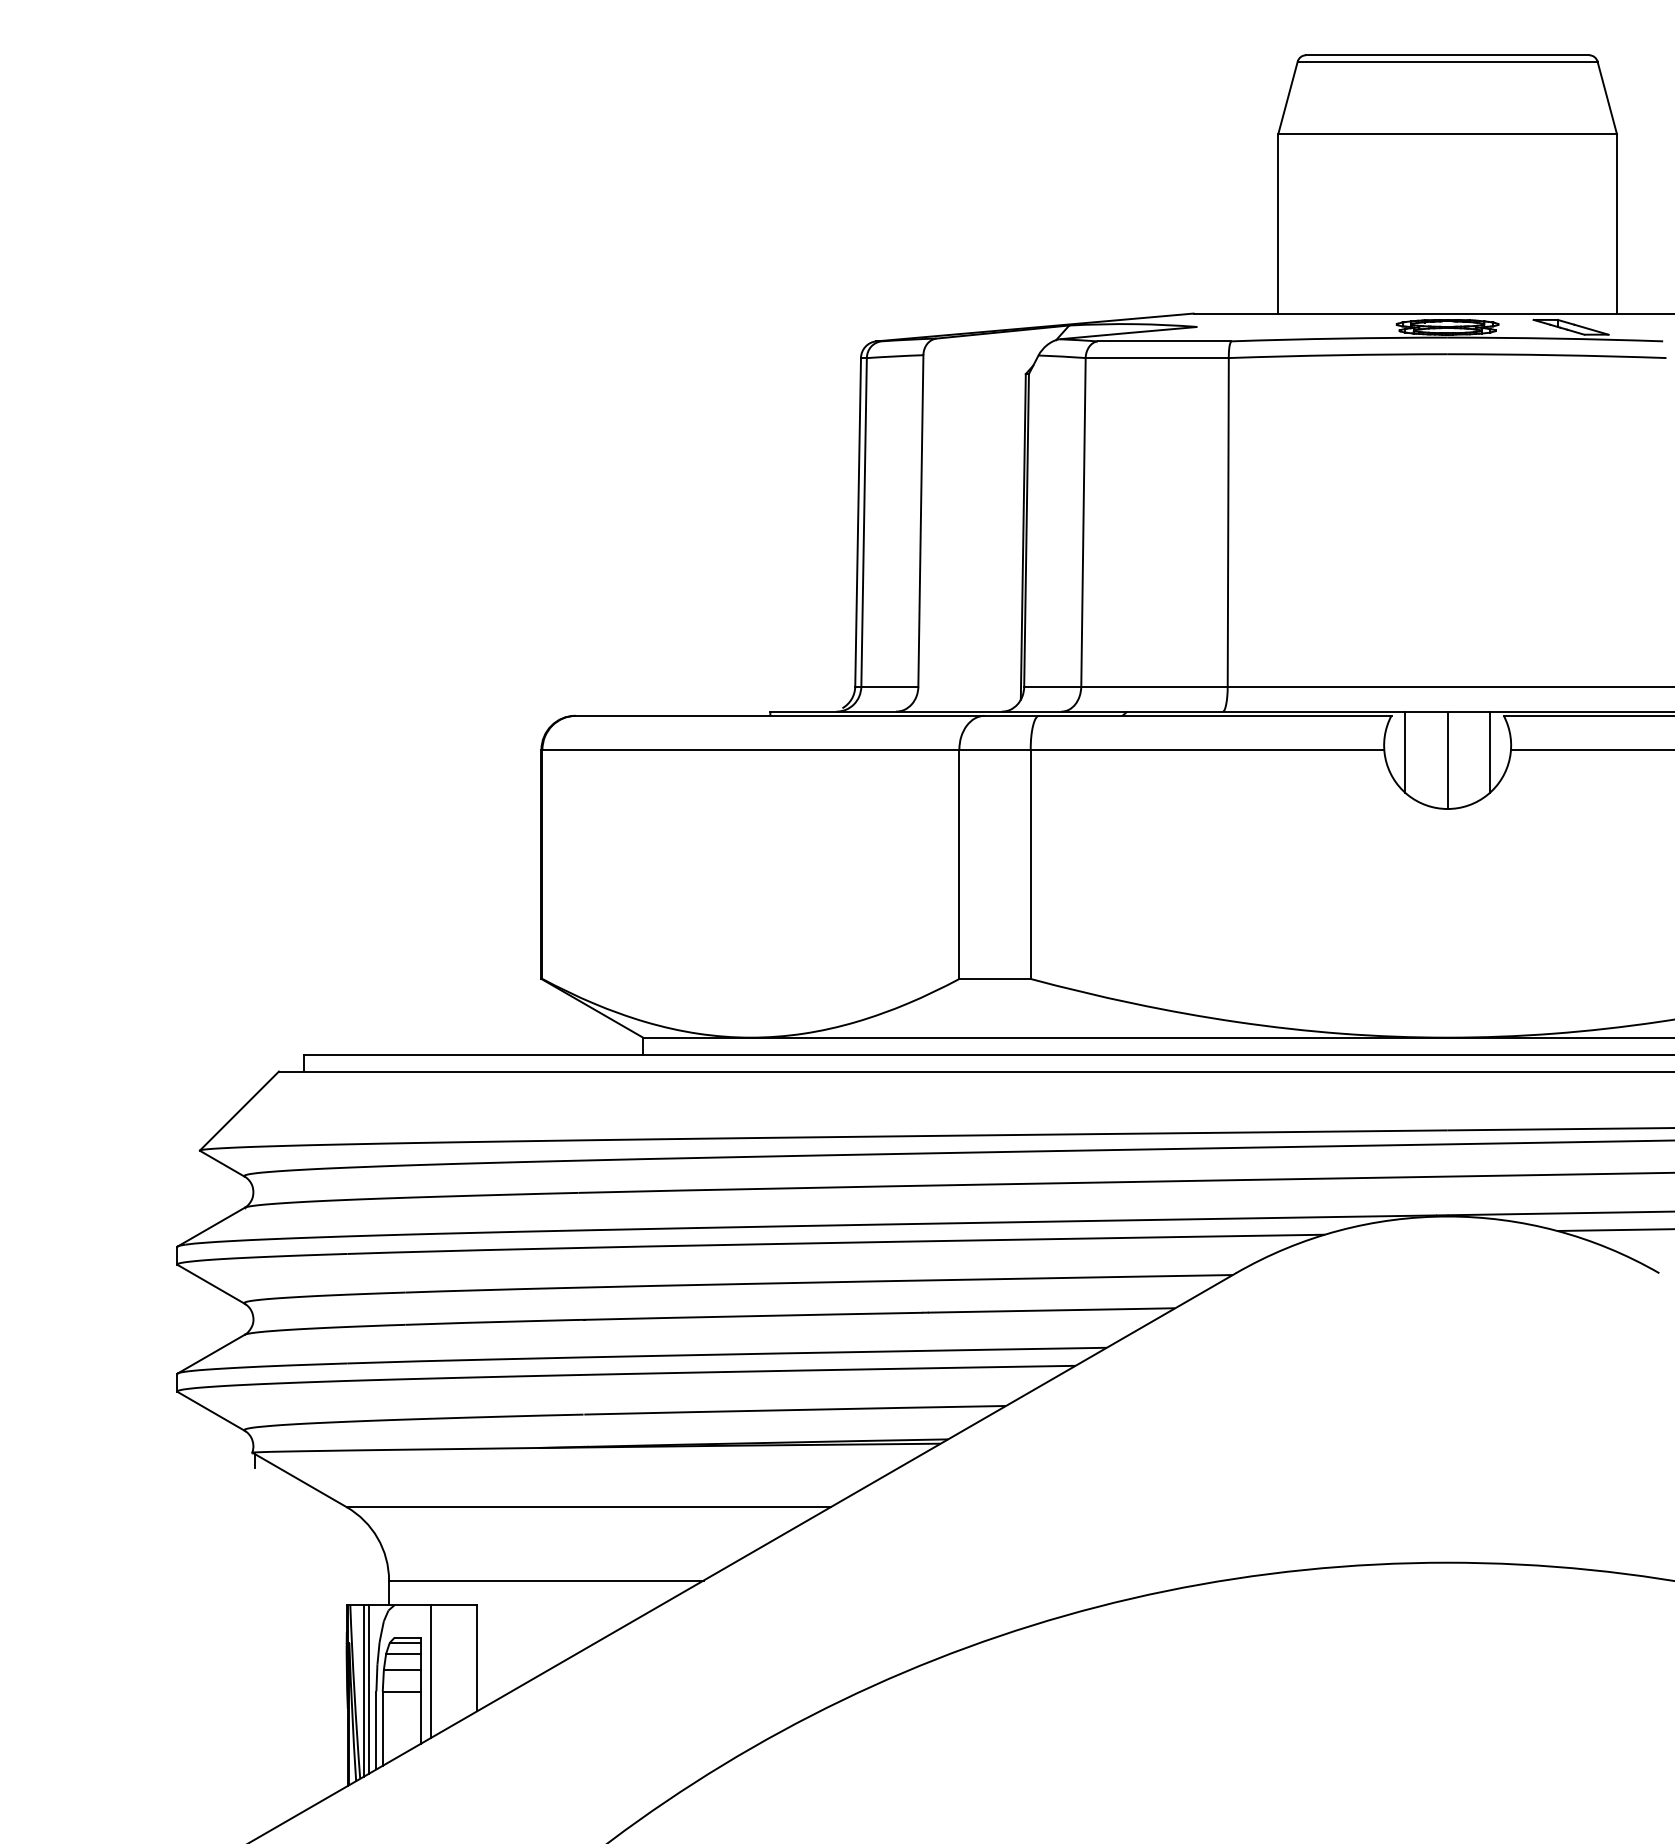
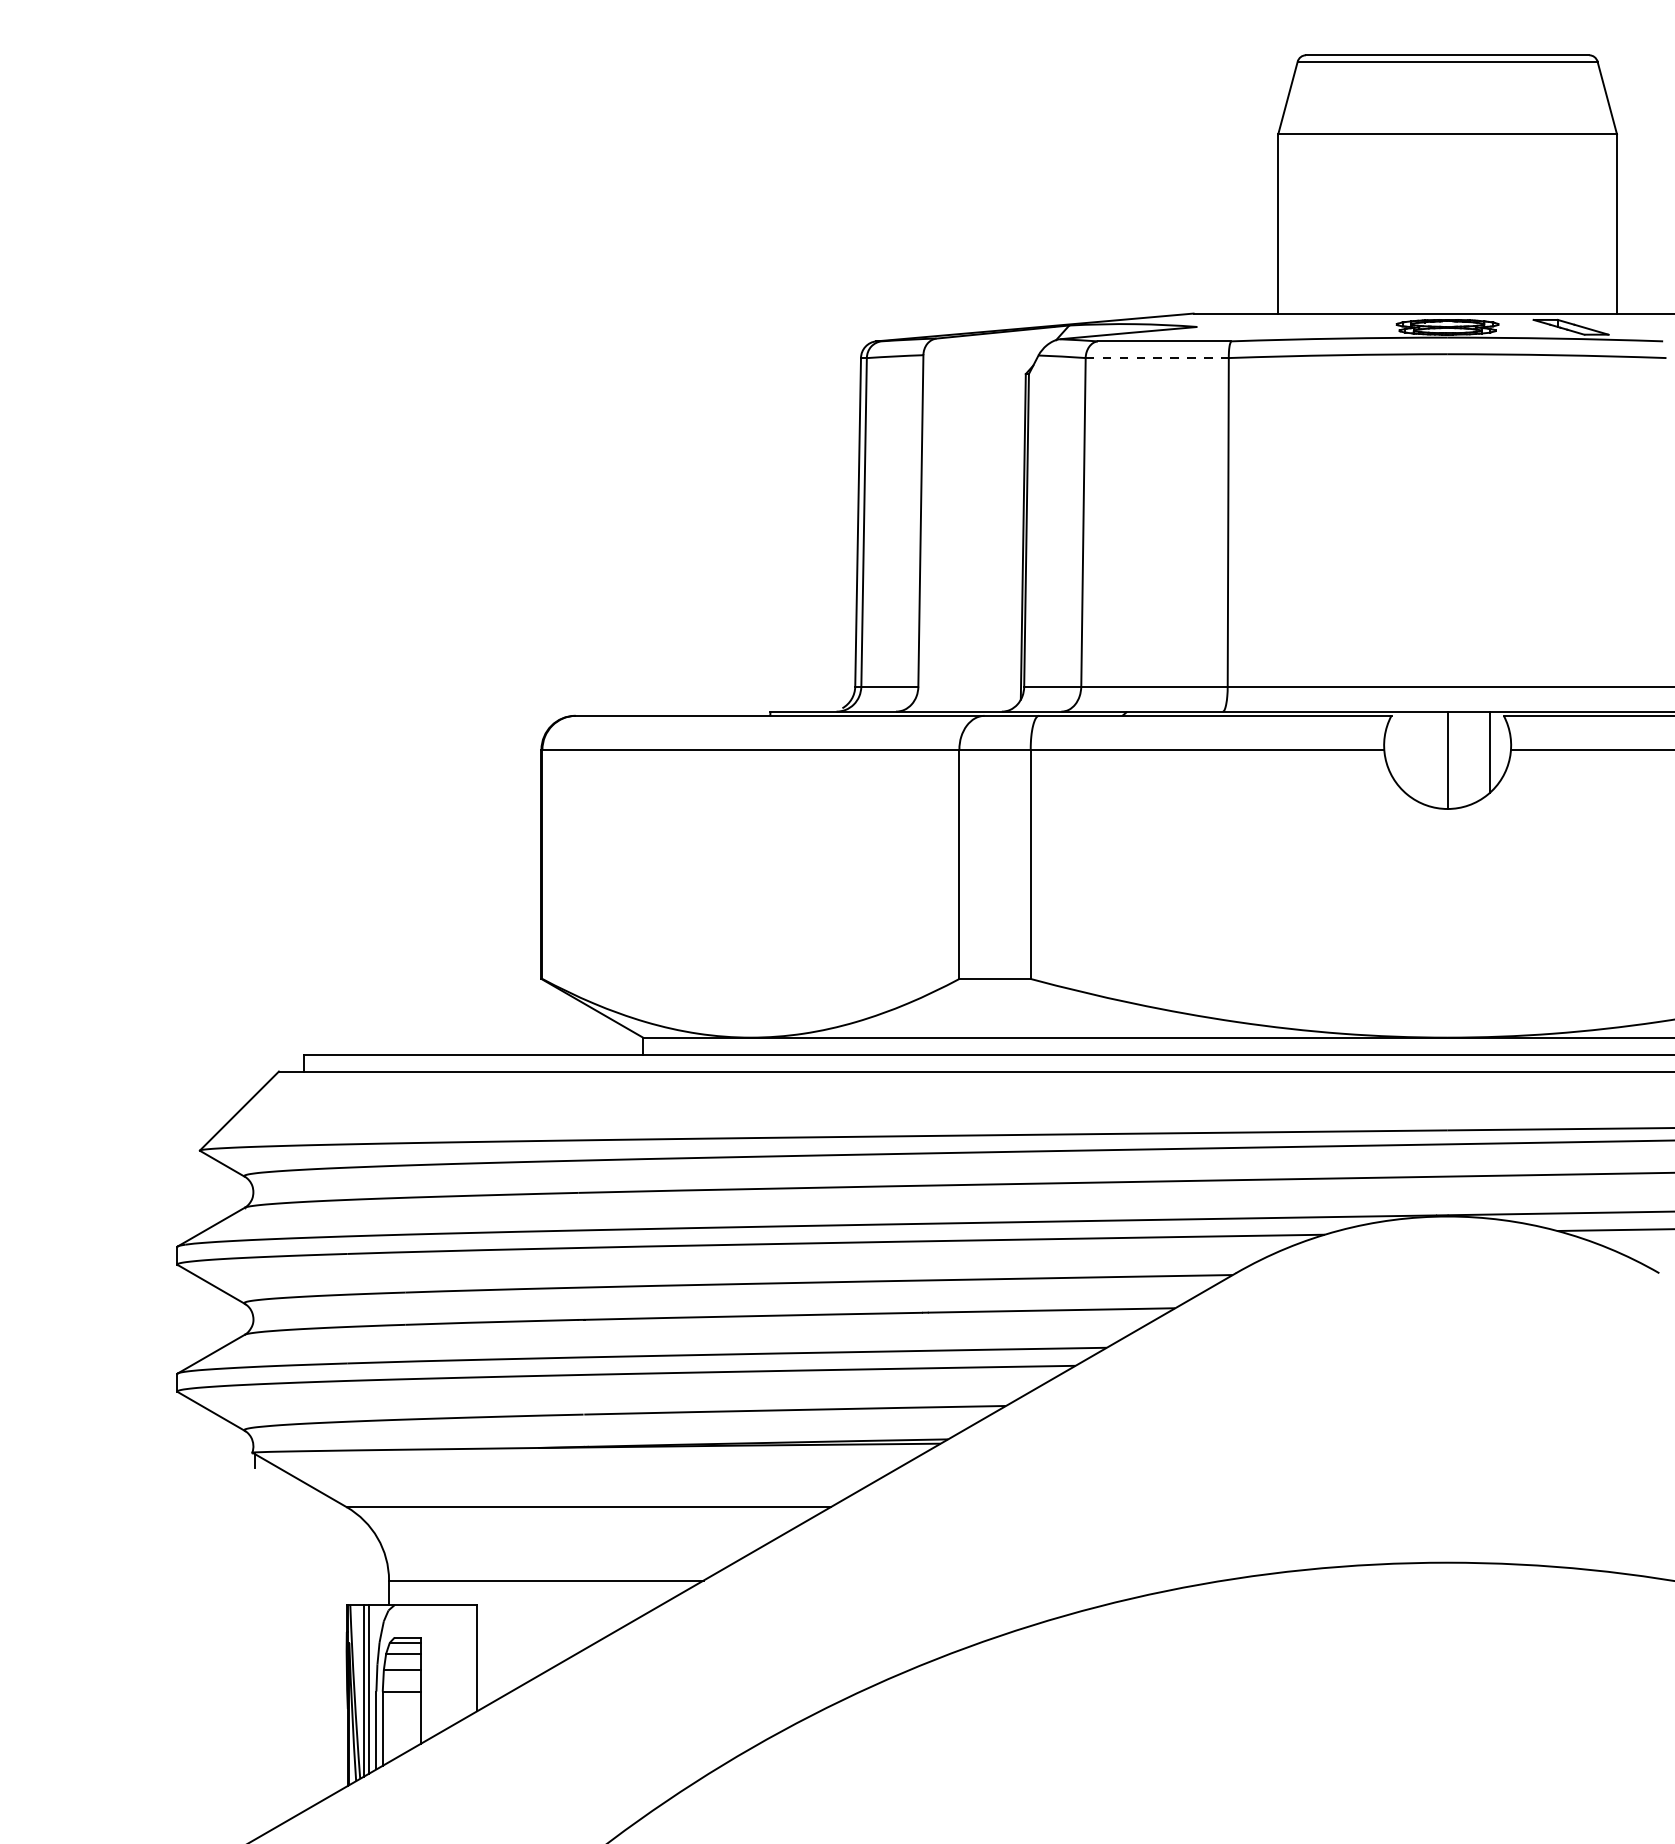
line at (1157, 357): solid -> dashed
line at (1405, 751): present -> none
line at (431, 1671): present -> none
